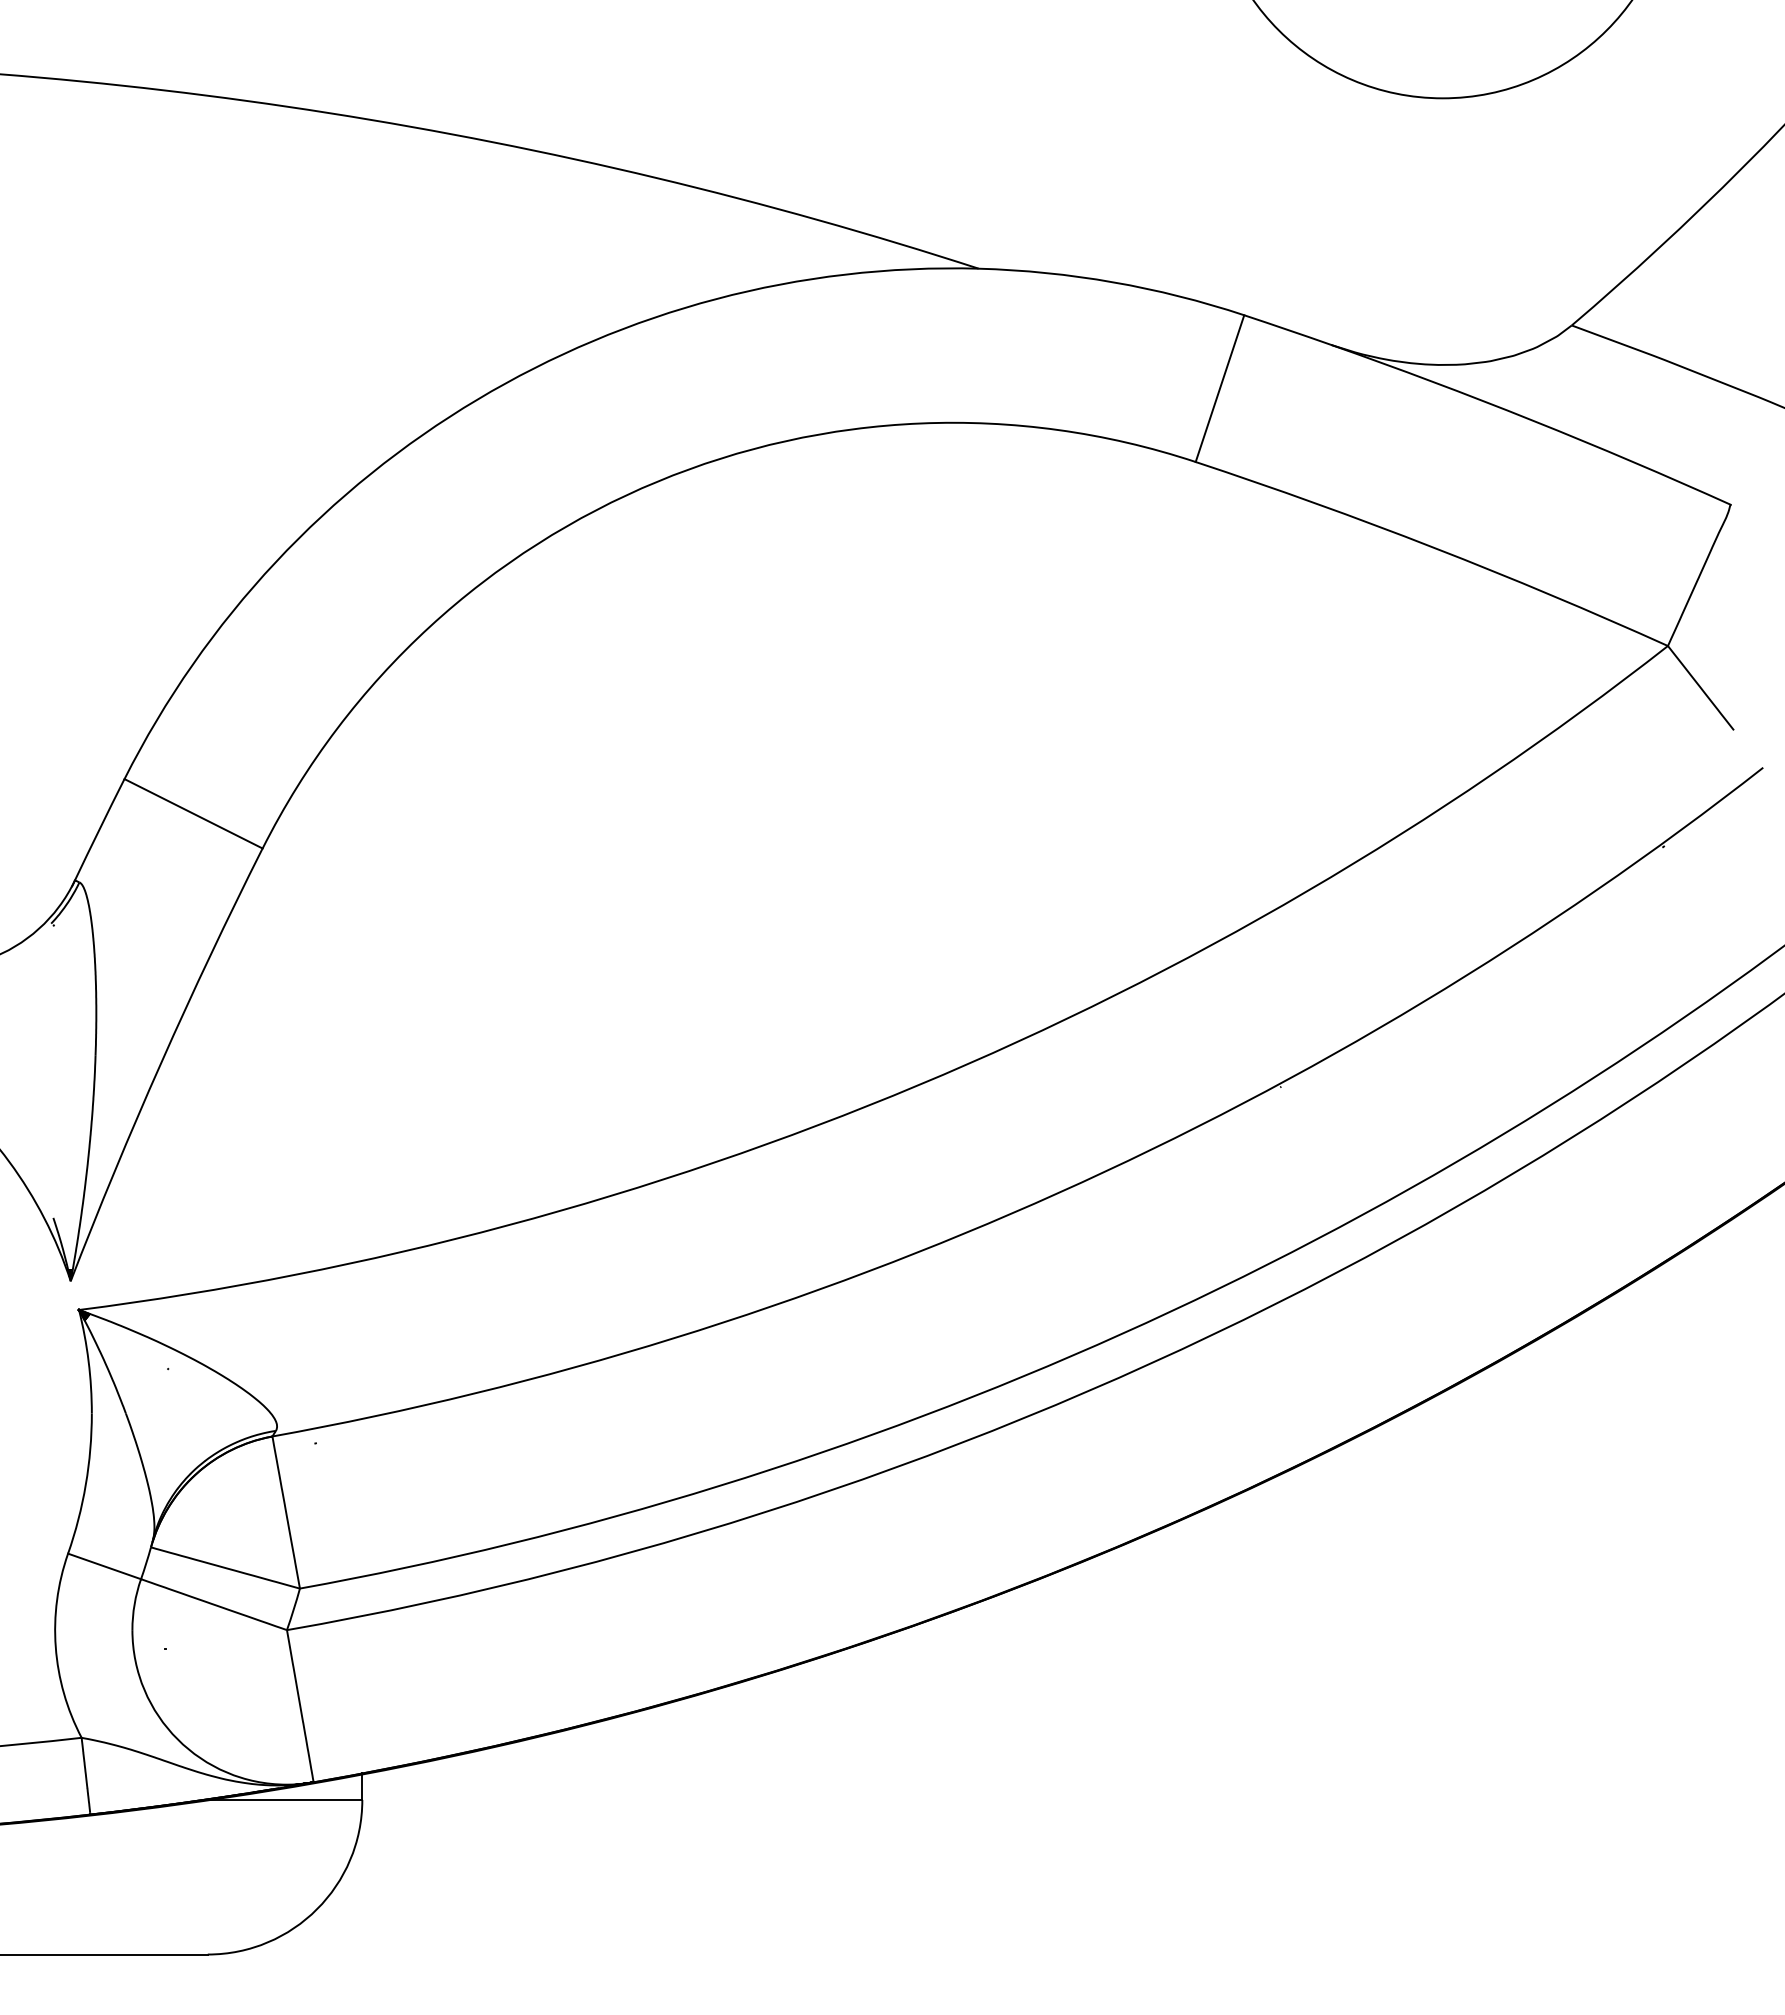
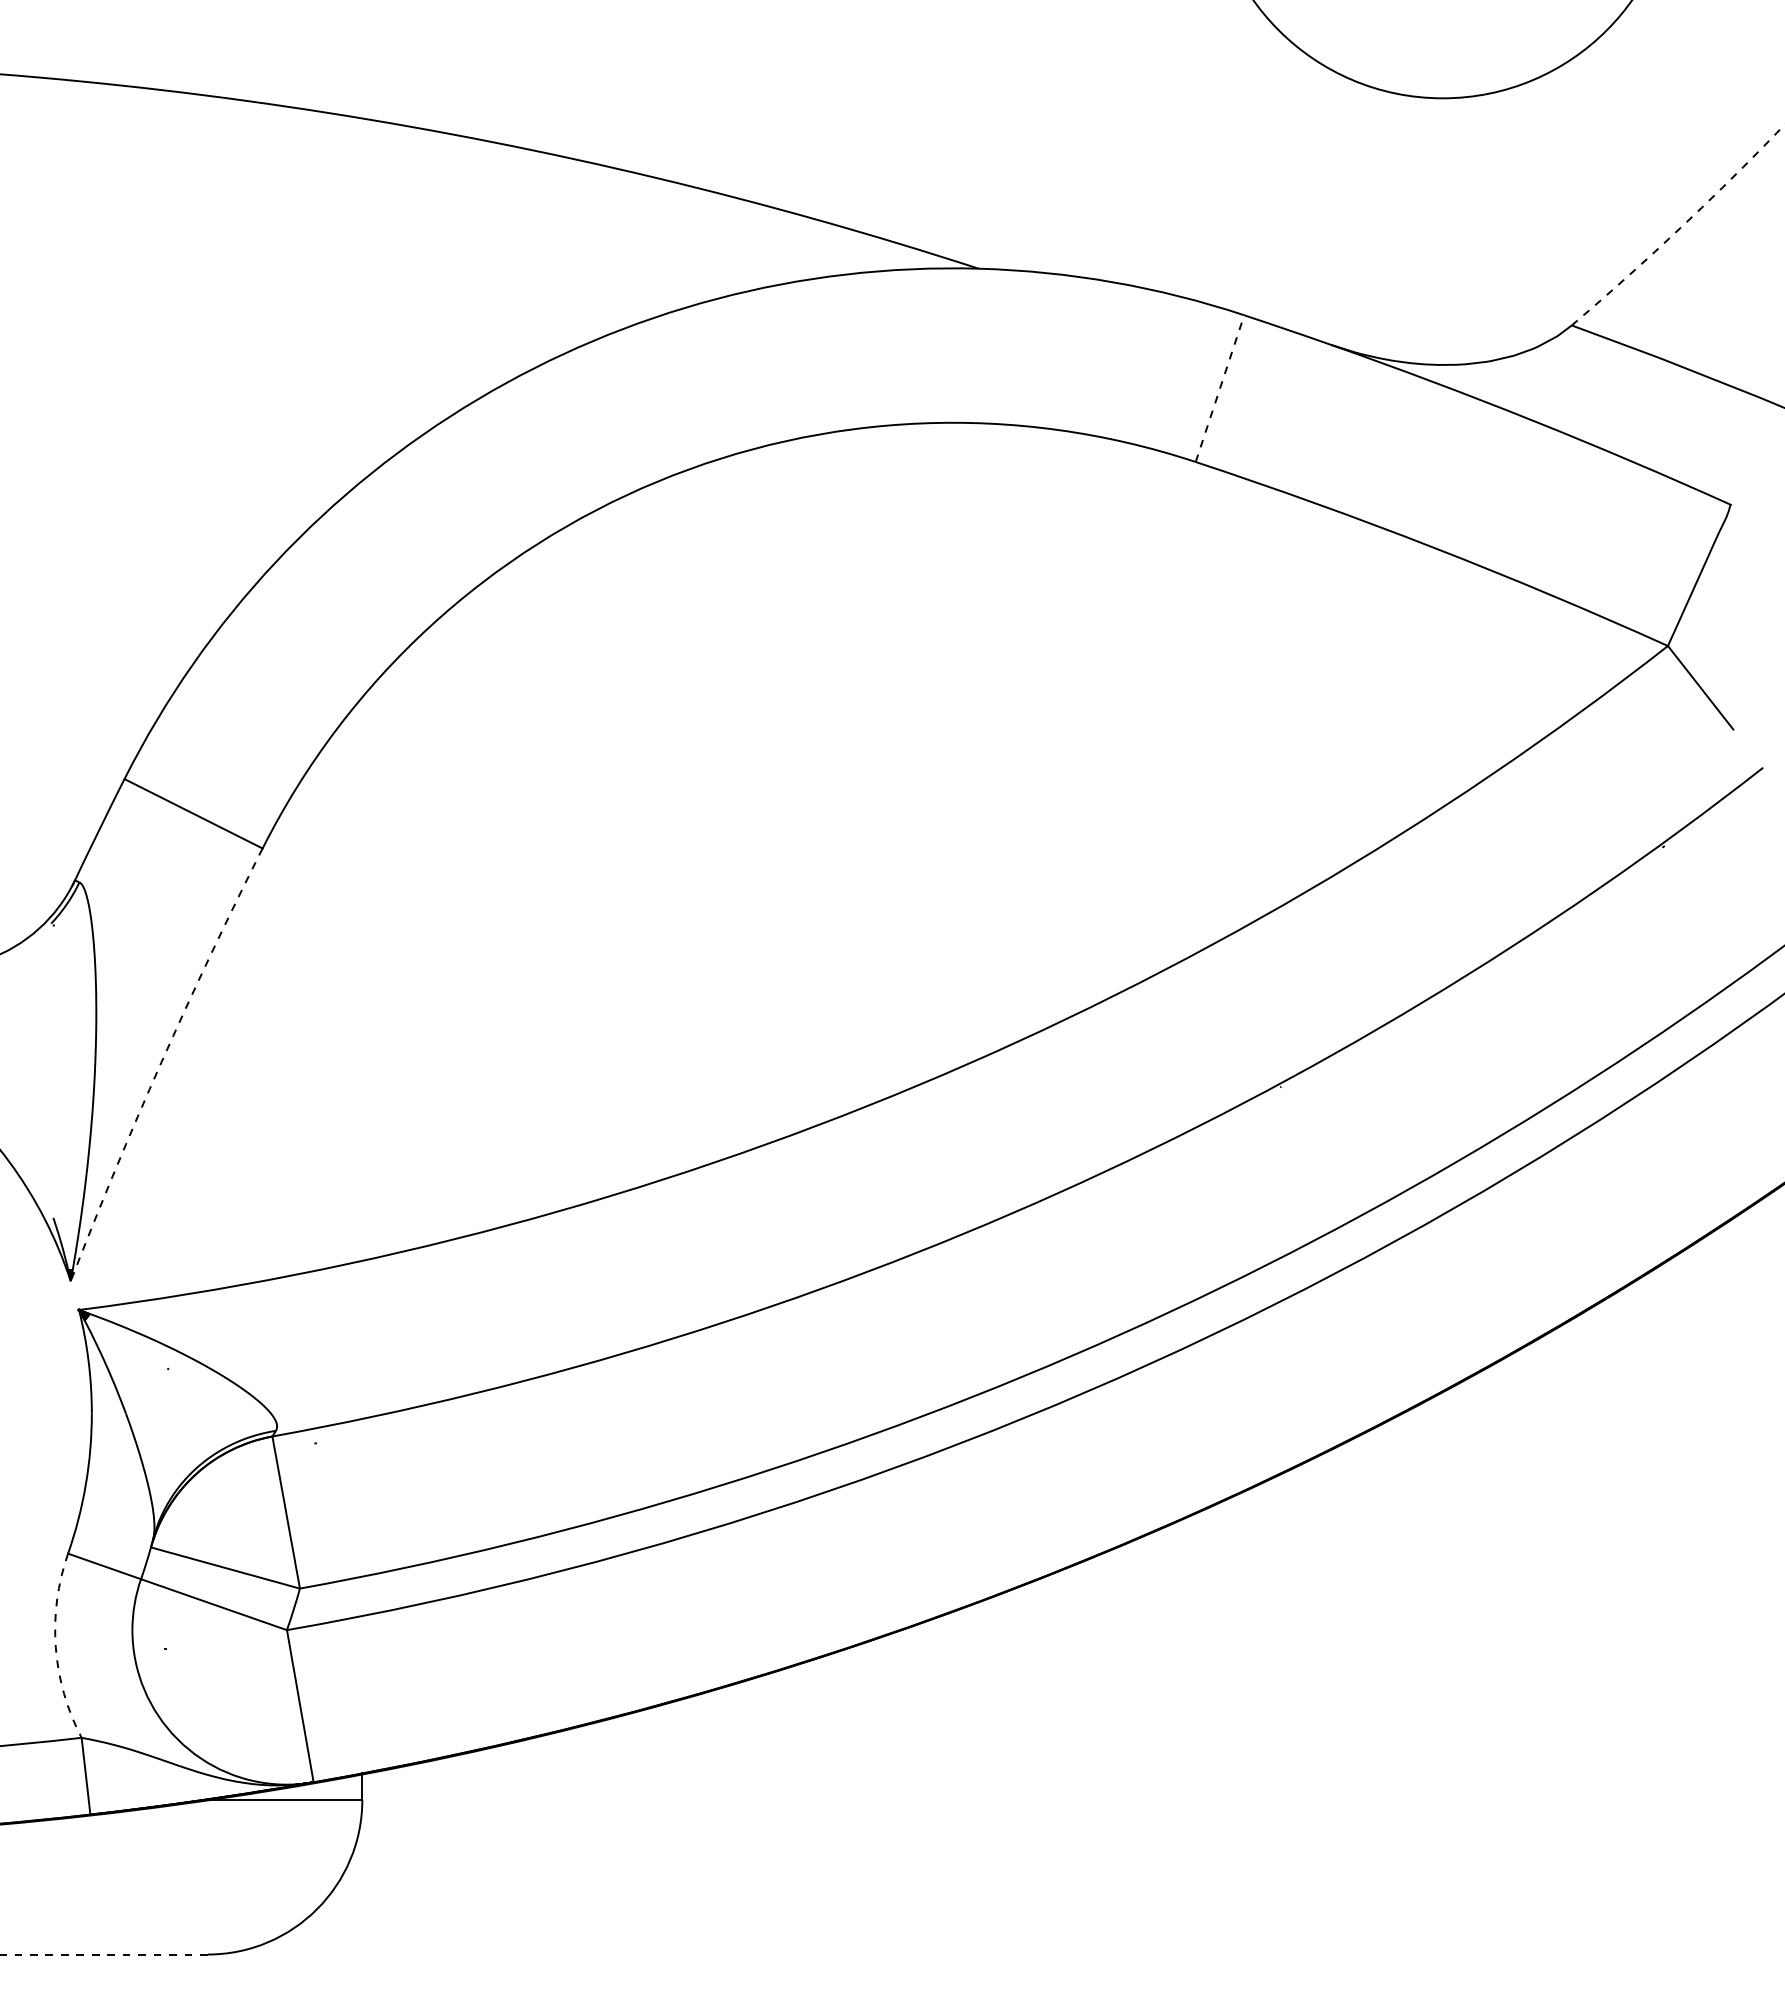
arc at (1681, 226): solid -> dashed
line at (1220, 388): solid -> dashed
arc at (161, 1062): solid -> dashed
arc at (55, 1647): solid -> dashed
line at (104, 1954): solid -> dashed
